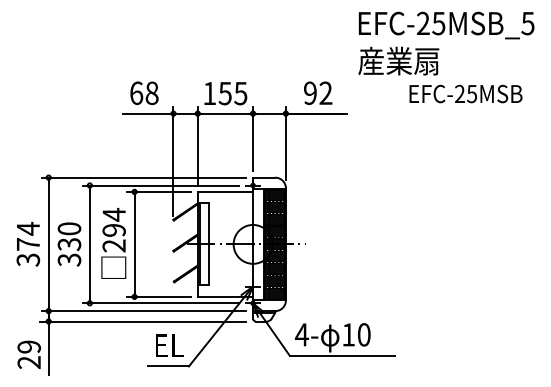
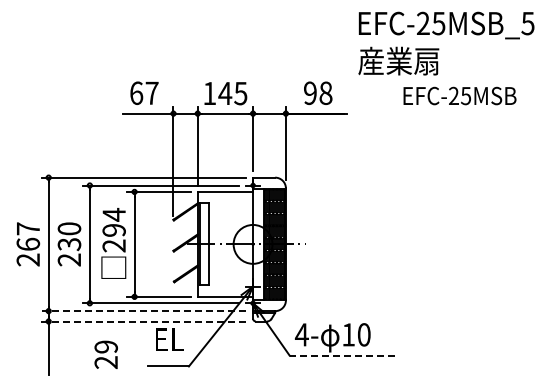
text at (151, 93): 68 -> 67
text at (225, 93): 155 -> 145
text at (325, 93): 92 -> 98
text at (465, 93) position: (465, 93) -> (459, 95)
text at (28, 244): 374 -> 267
text at (69, 259): 330 -> 230
line at (143, 311): solid -> dashed
line at (142, 321): solid -> dashed
text at (169, 345) position: (169, 345) -> (169, 339)
text at (28, 354) position: (28, 354) -> (105, 354)
line at (342, 355): solid -> dashed
